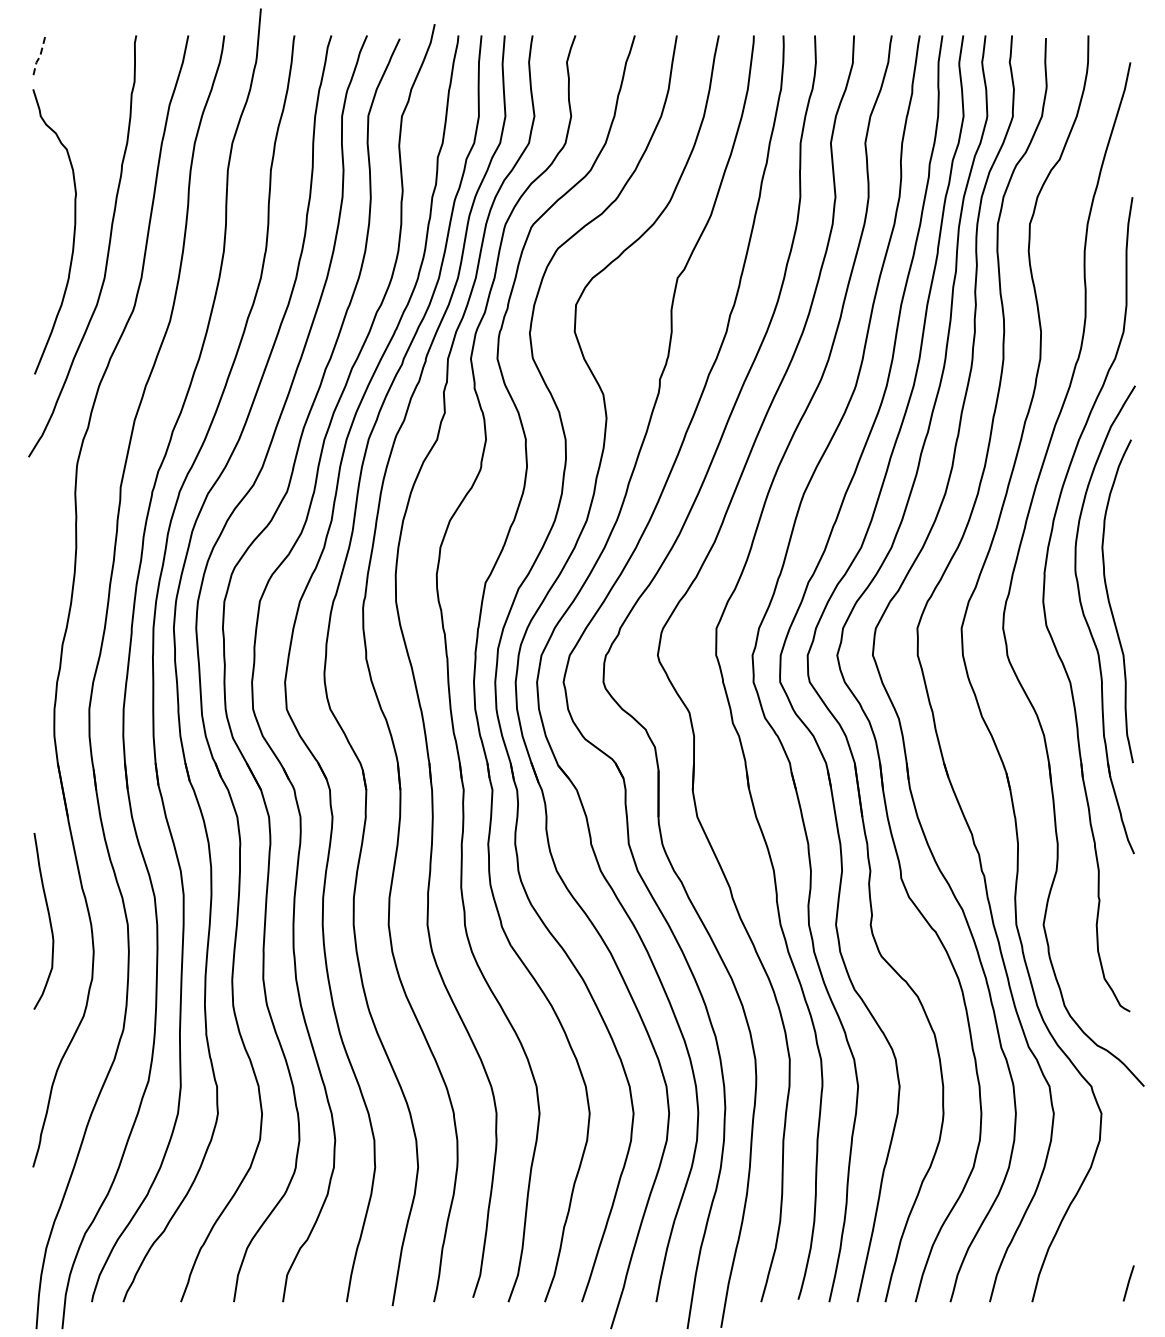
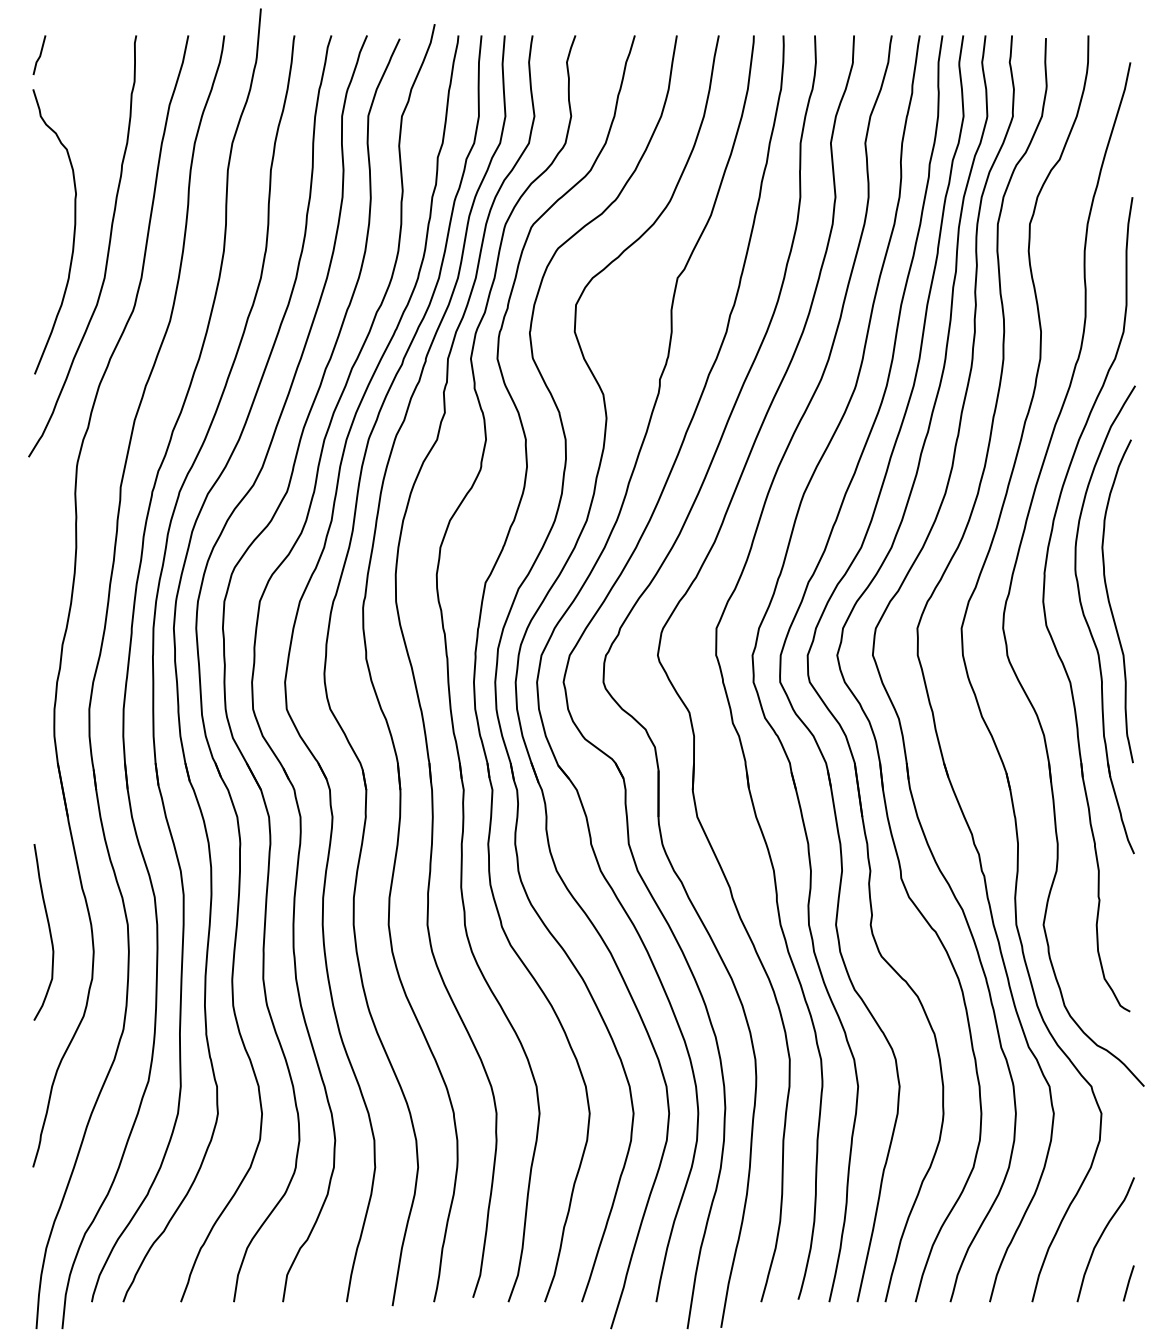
line at (40, 56): dashed -> solid
curve at (48, 918) position: (48, 918) -> (48, 929)
curve at (1101, 1237): none -> present
